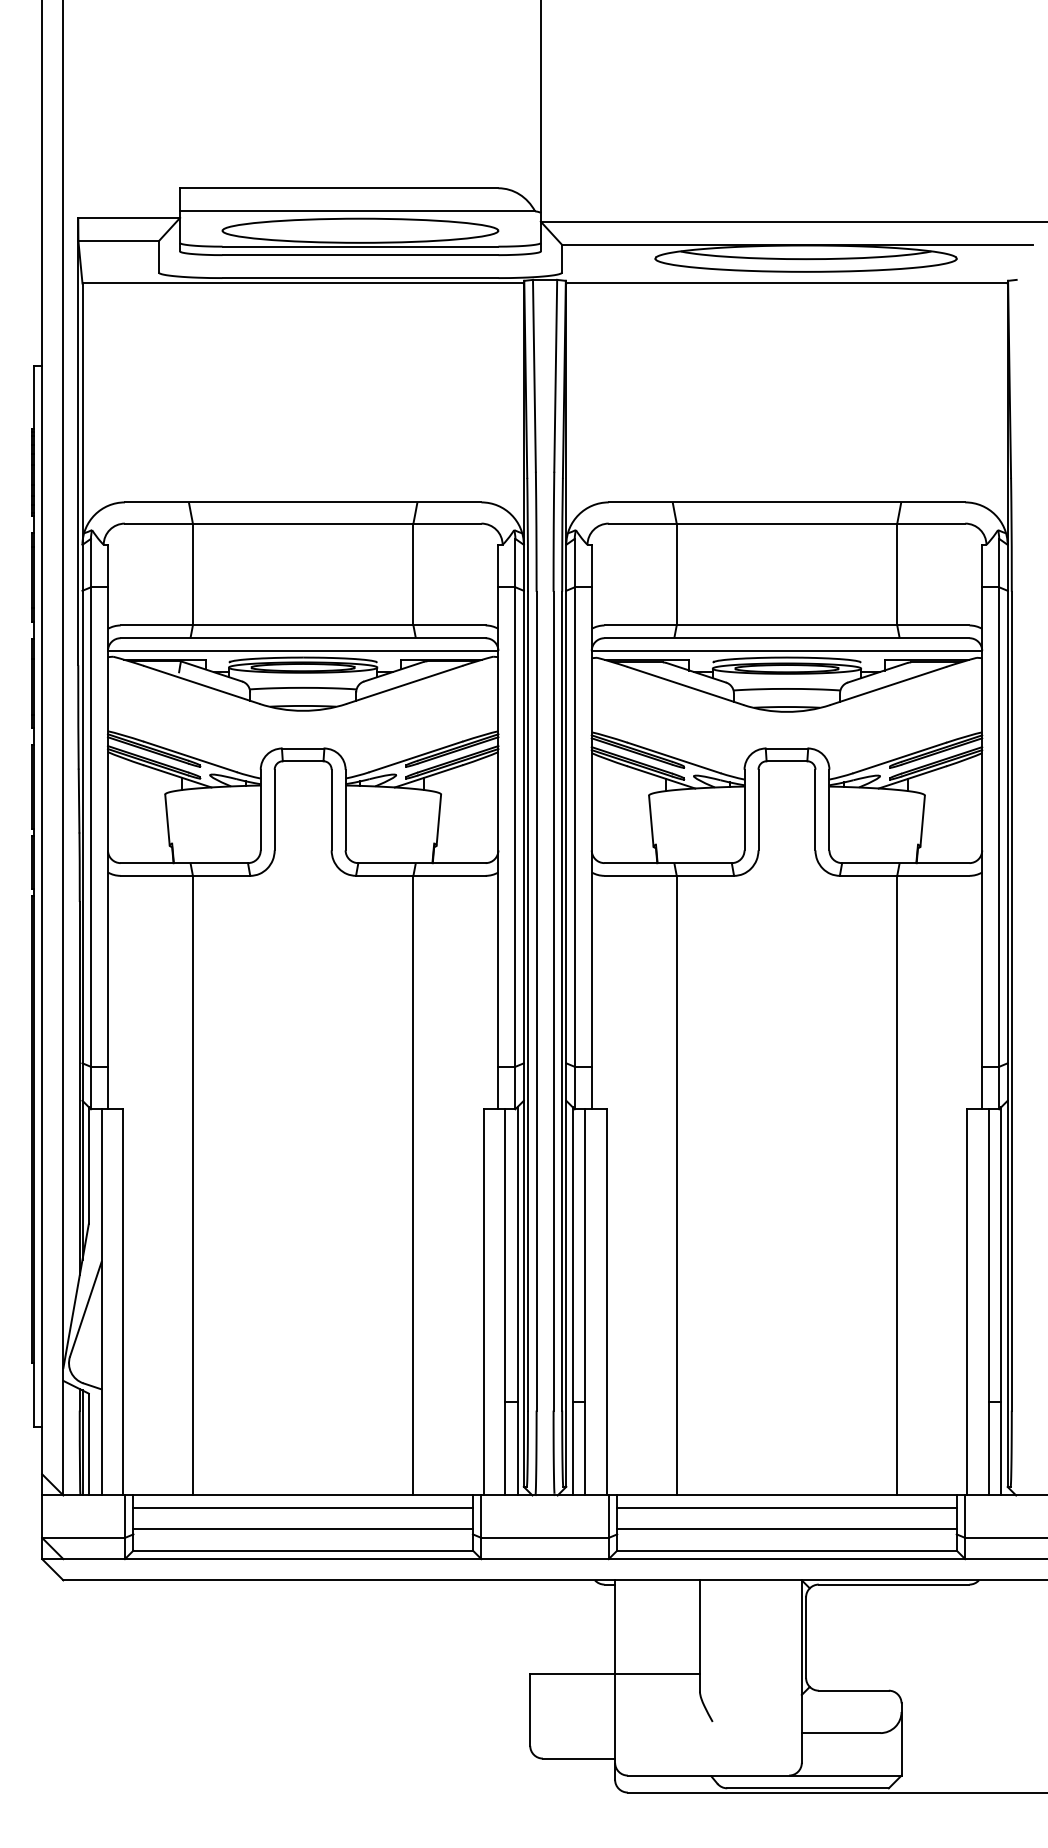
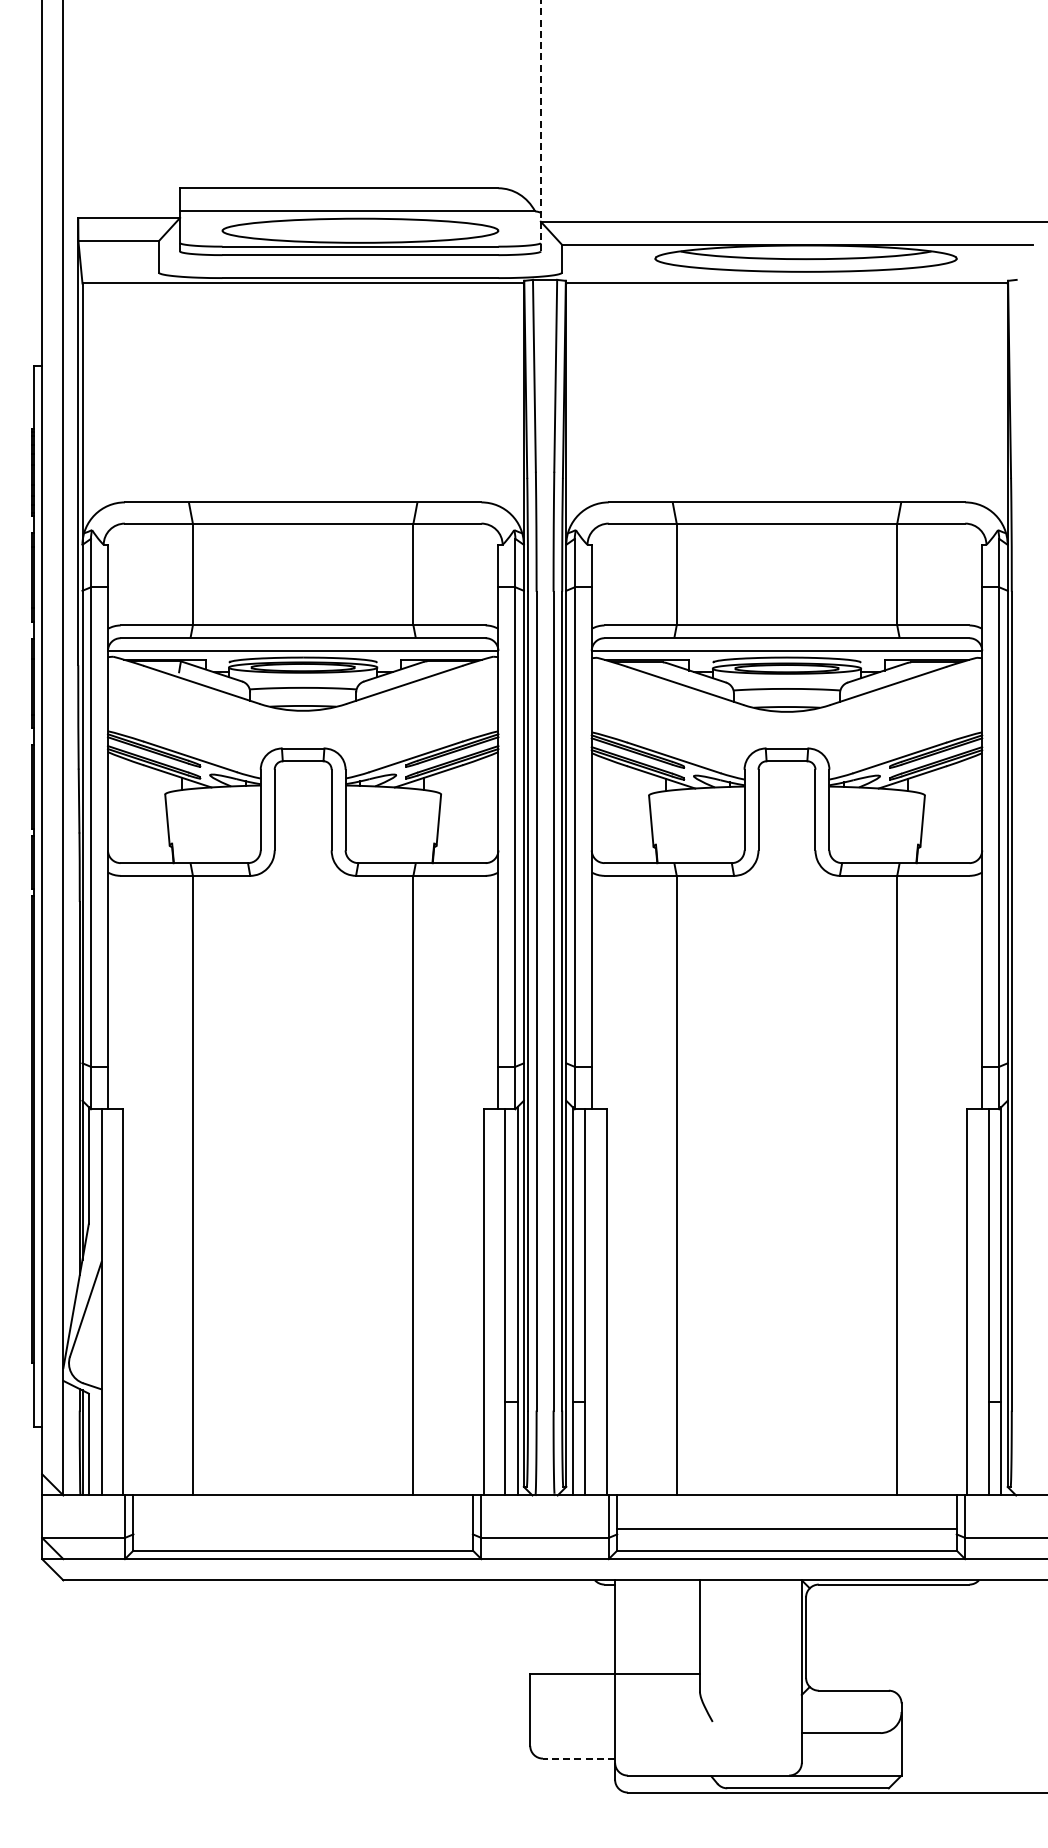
line at (540, 125): solid -> dashed
line at (302, 1508): present -> none
line at (786, 1508): present -> none
line at (302, 1529): present -> none
line at (578, 1758): solid -> dashed
